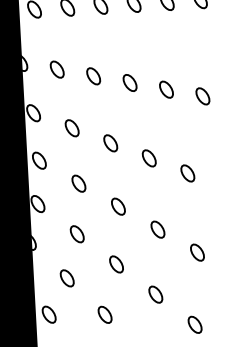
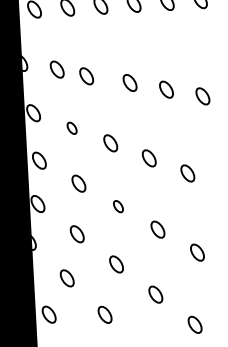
part at (93, 76) position: (93, 76) -> (86, 76)
part at (71, 128) size: 16x19 px -> 12x14 px
part at (118, 206) size: 15x19 px -> 11x14 px
